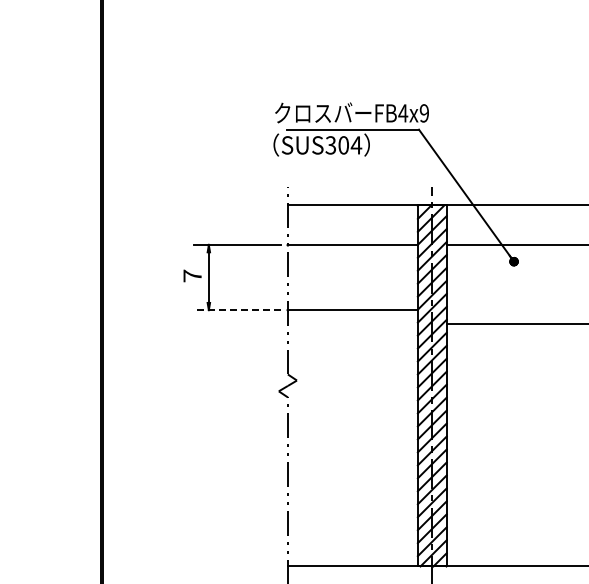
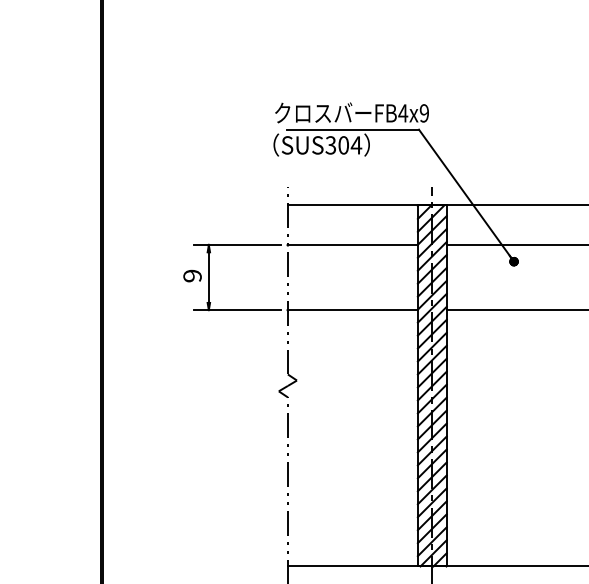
text at (192, 275): 7 -> 9
line at (237, 310): dashed -> solid
line at (515, 324) position: (515, 324) -> (515, 310)
